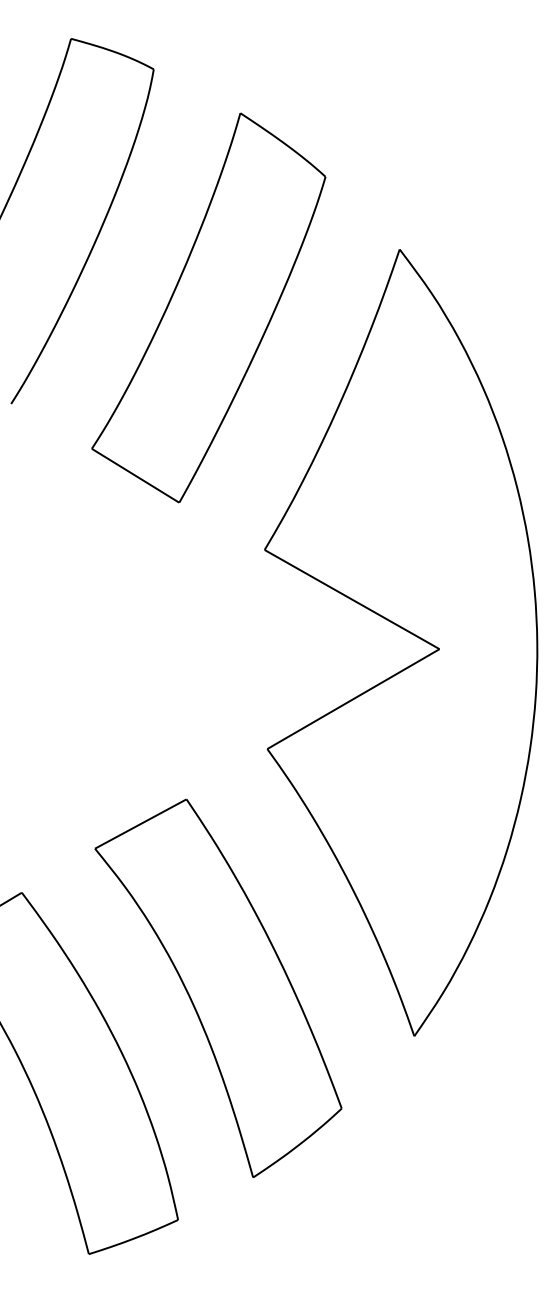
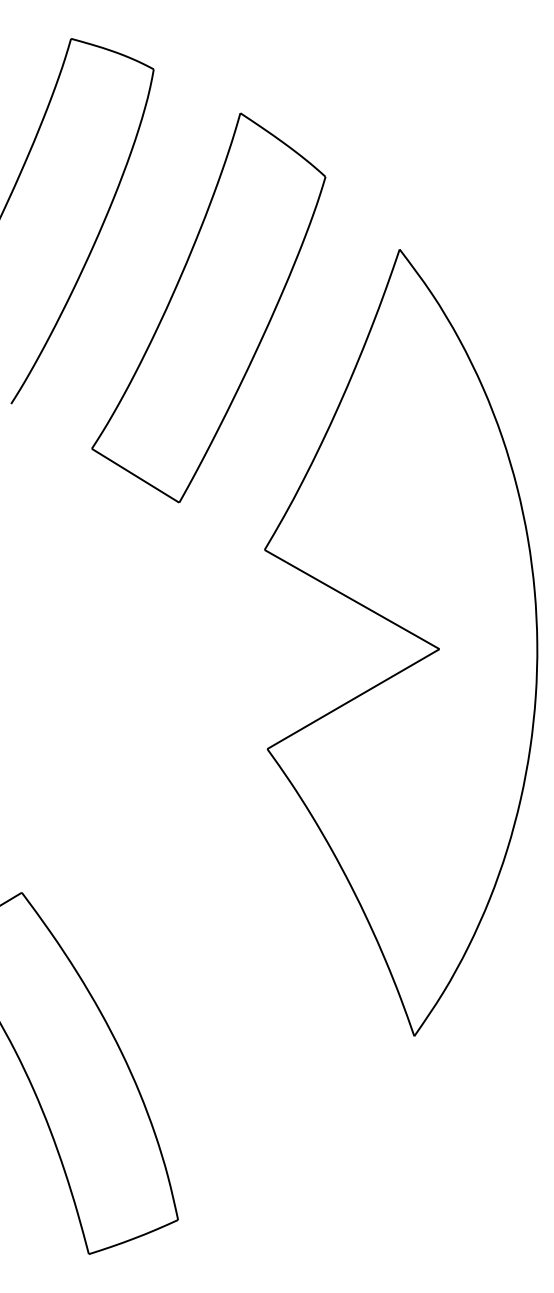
part at (218, 988): present -> none
